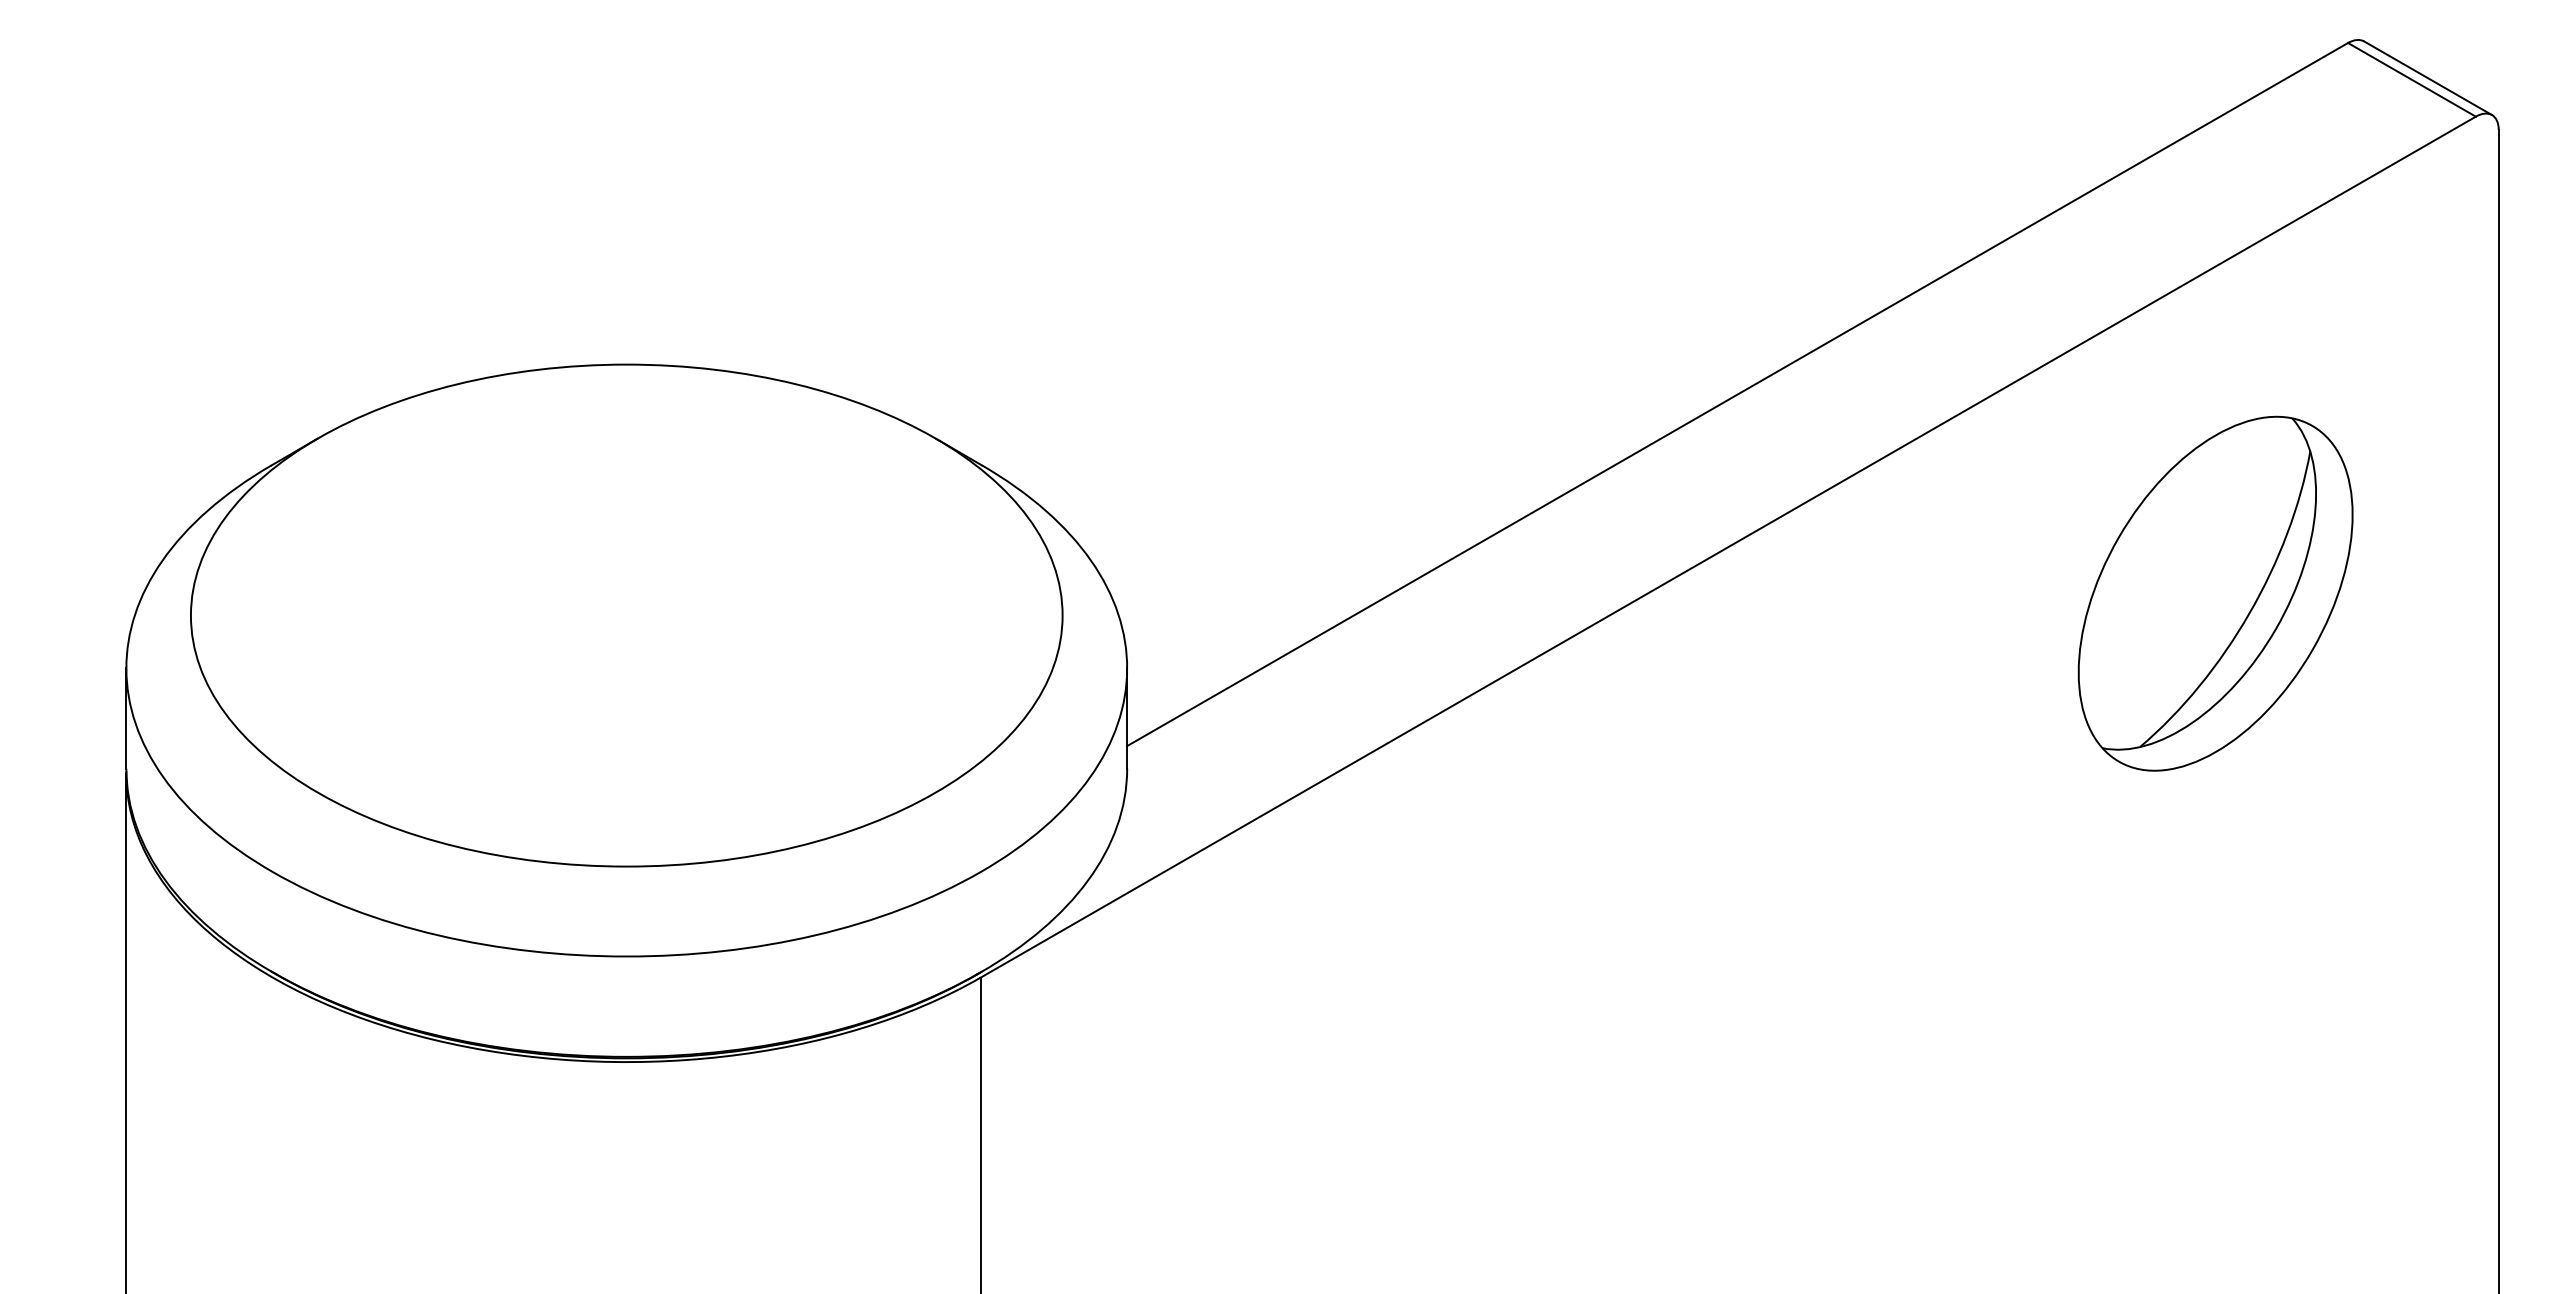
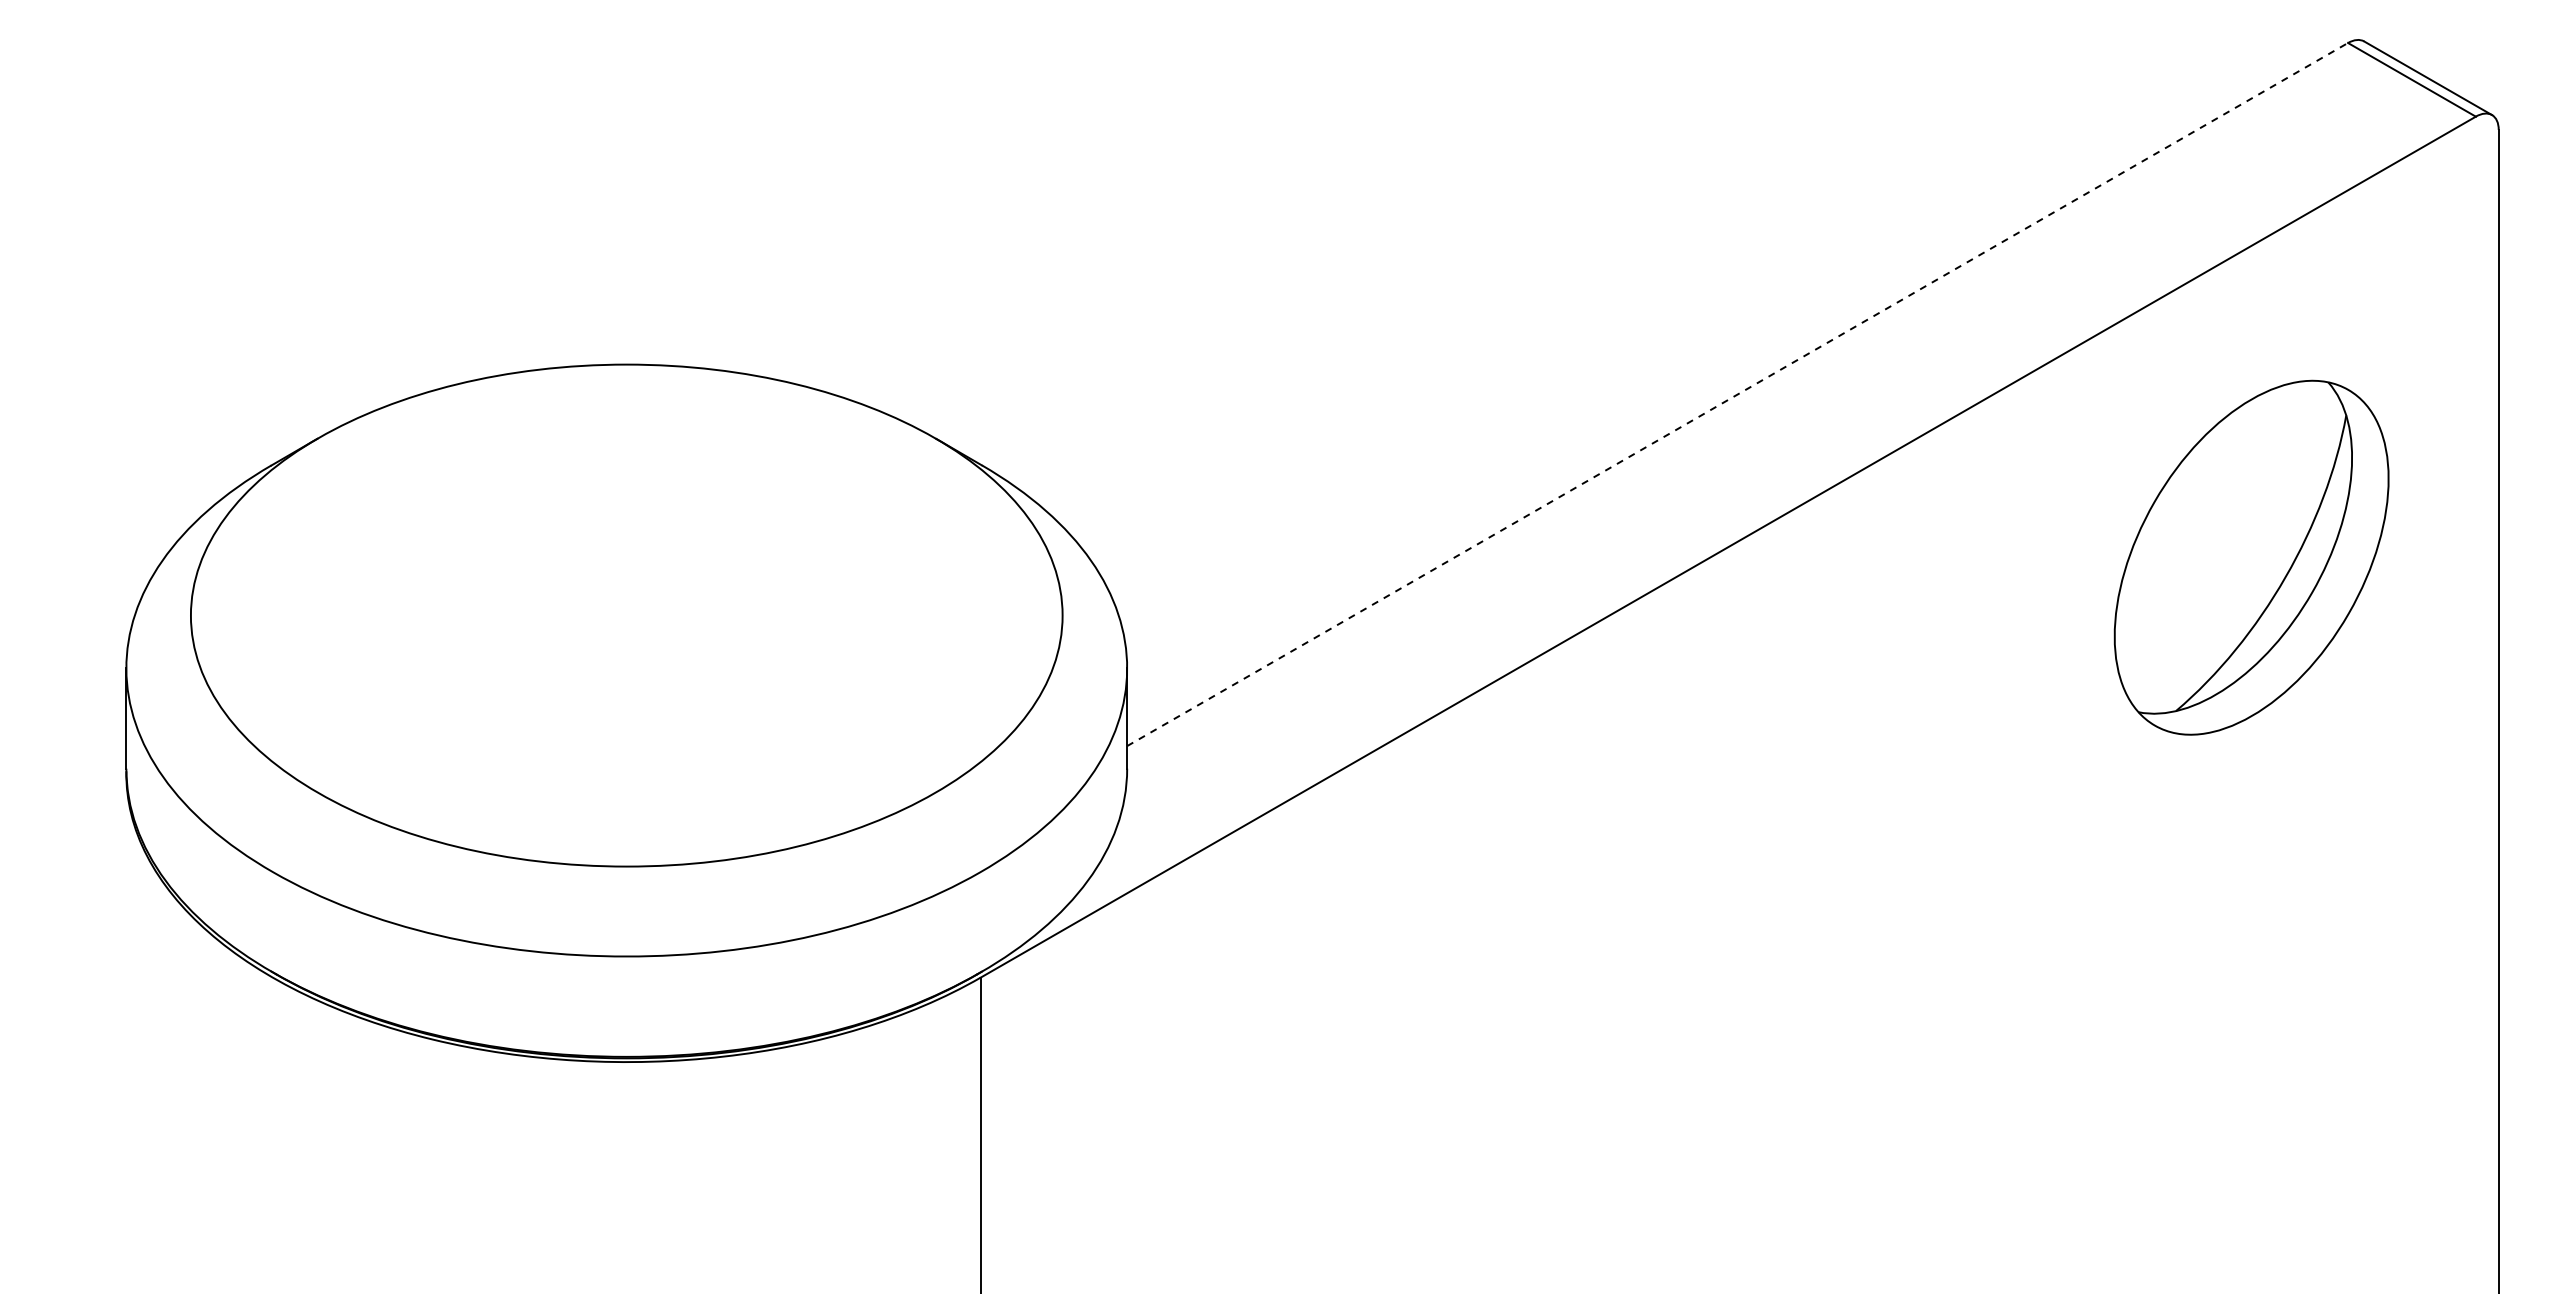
line at (1738, 394): solid -> dashed
part at (2215, 593) position: (2215, 593) -> (2251, 557)
line at (126, 1031): present -> none
